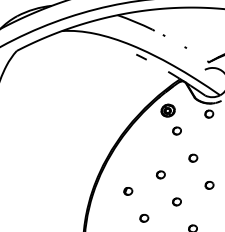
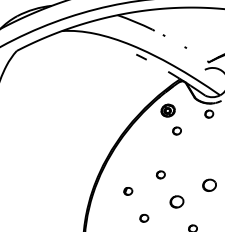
part at (193, 157): present -> none
part at (209, 185) size: 11x9 px -> 15x14 px
part at (176, 201) size: 10x10 px -> 16x14 px
